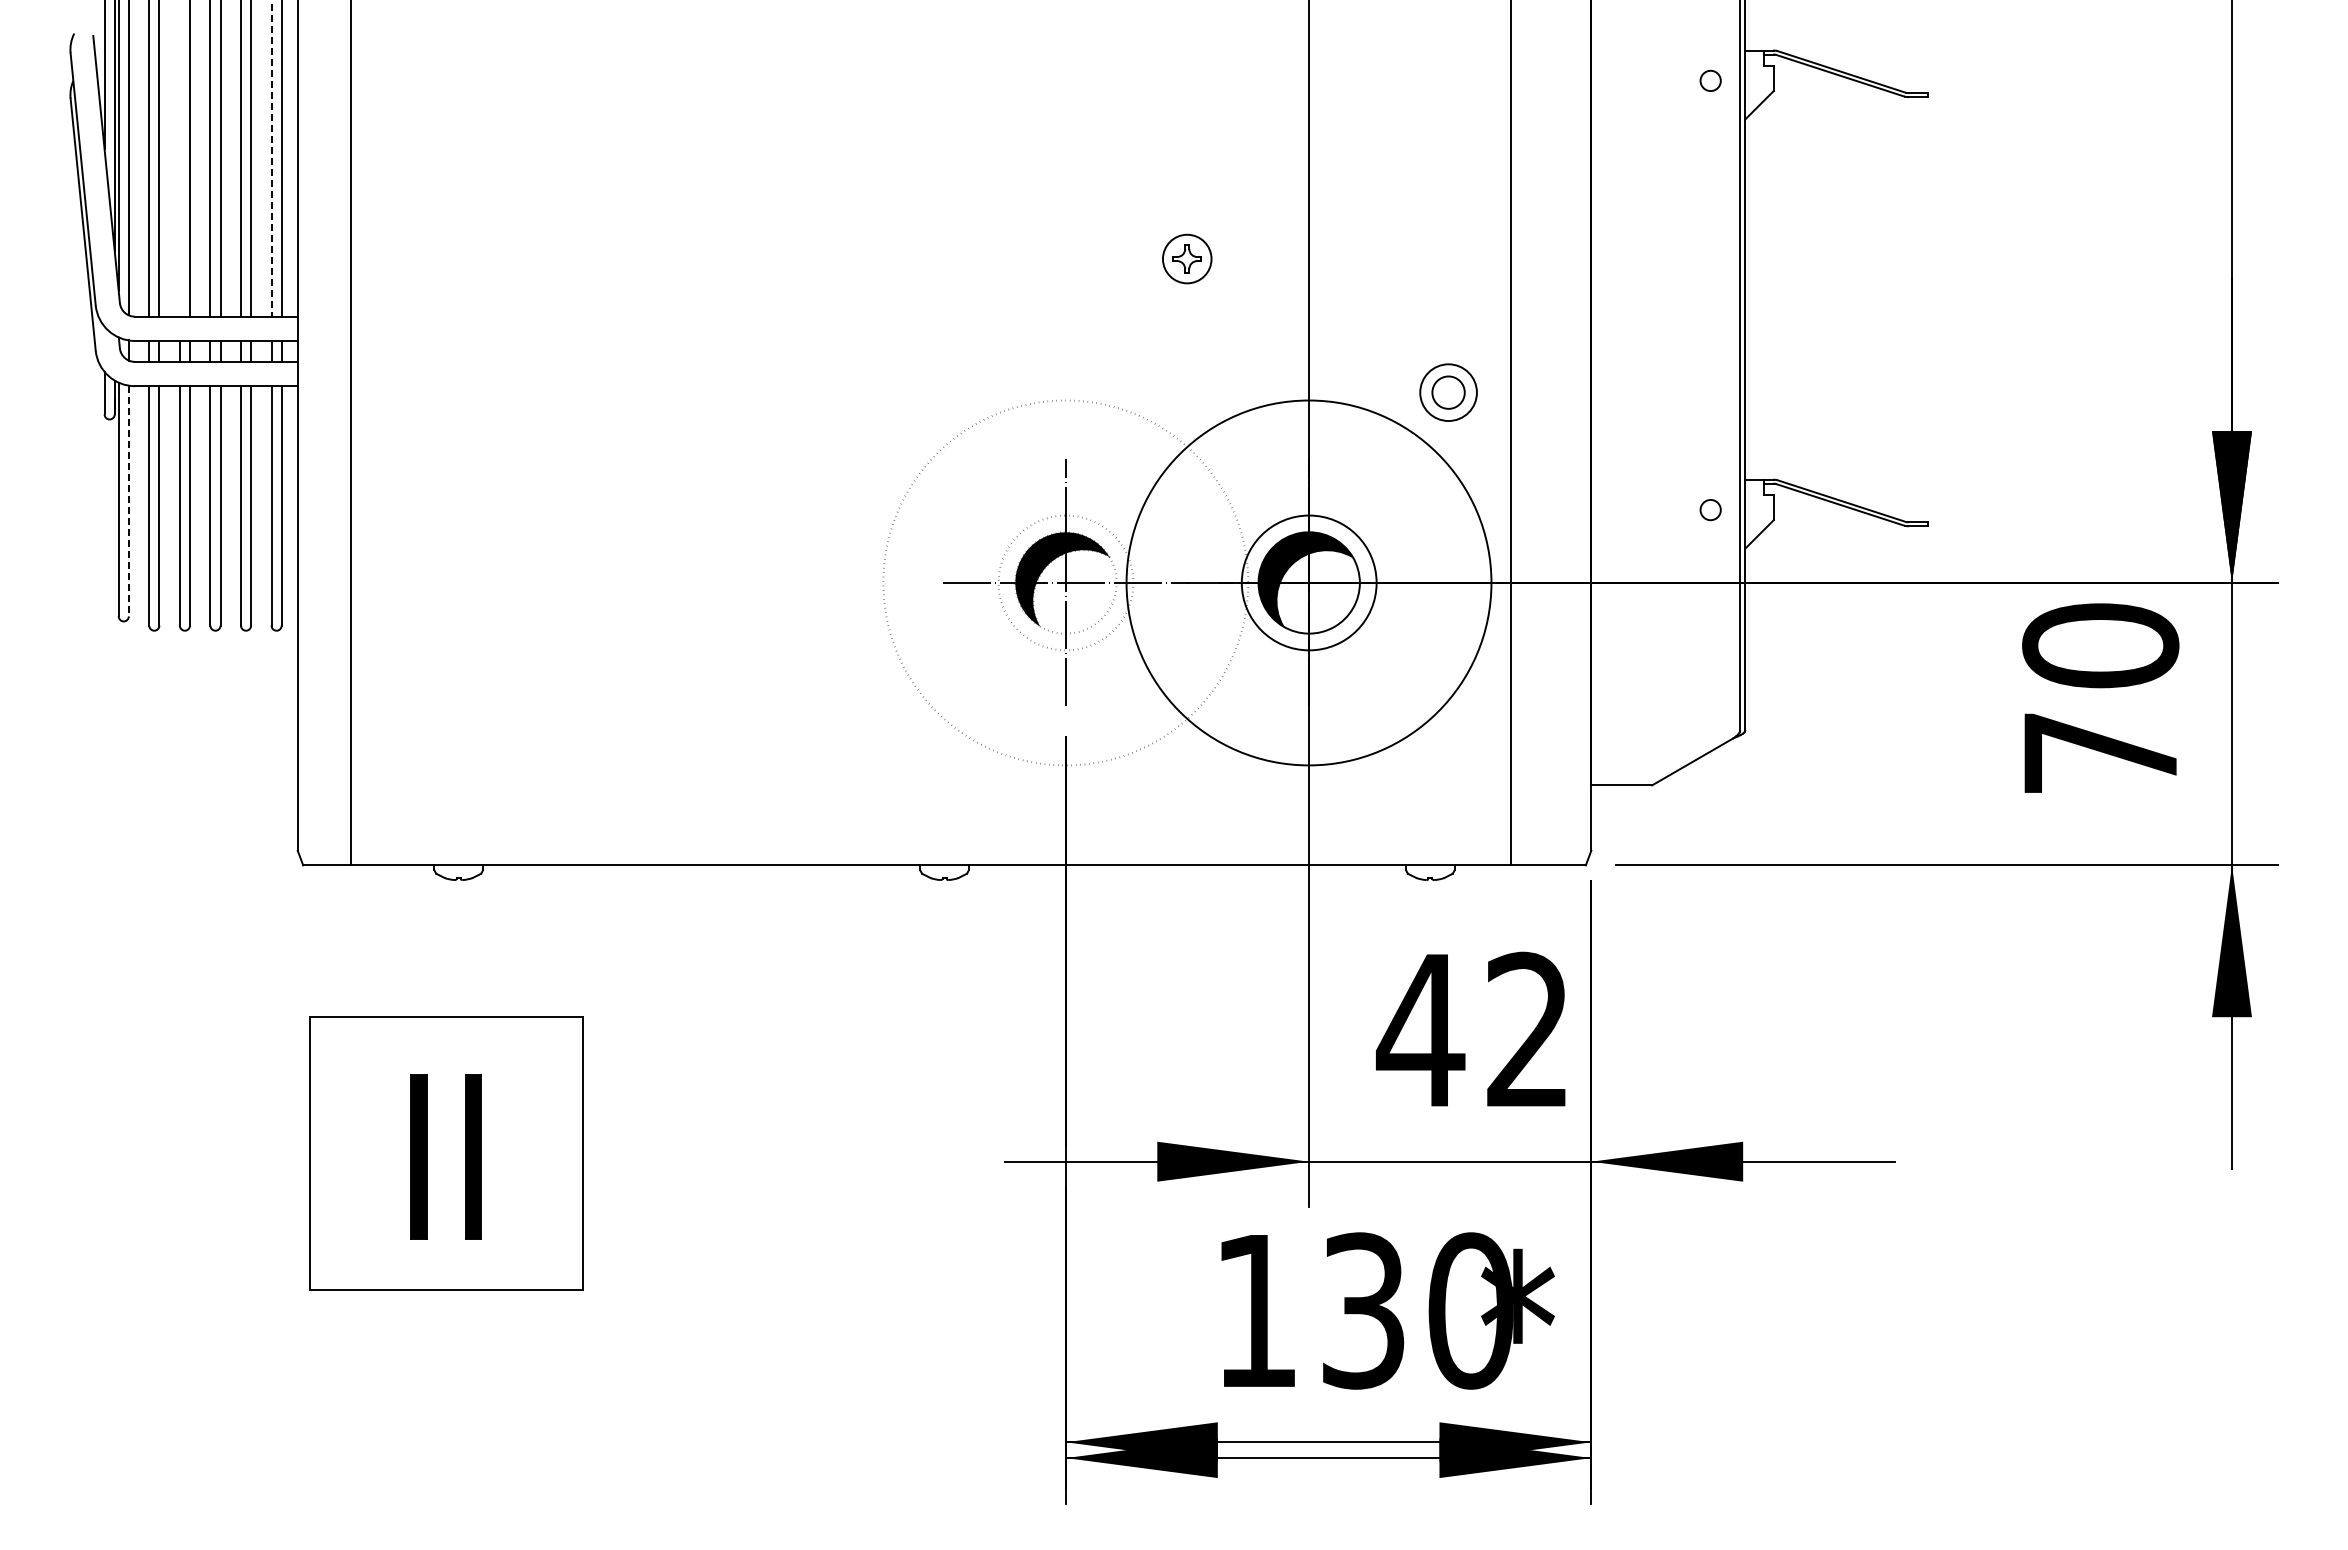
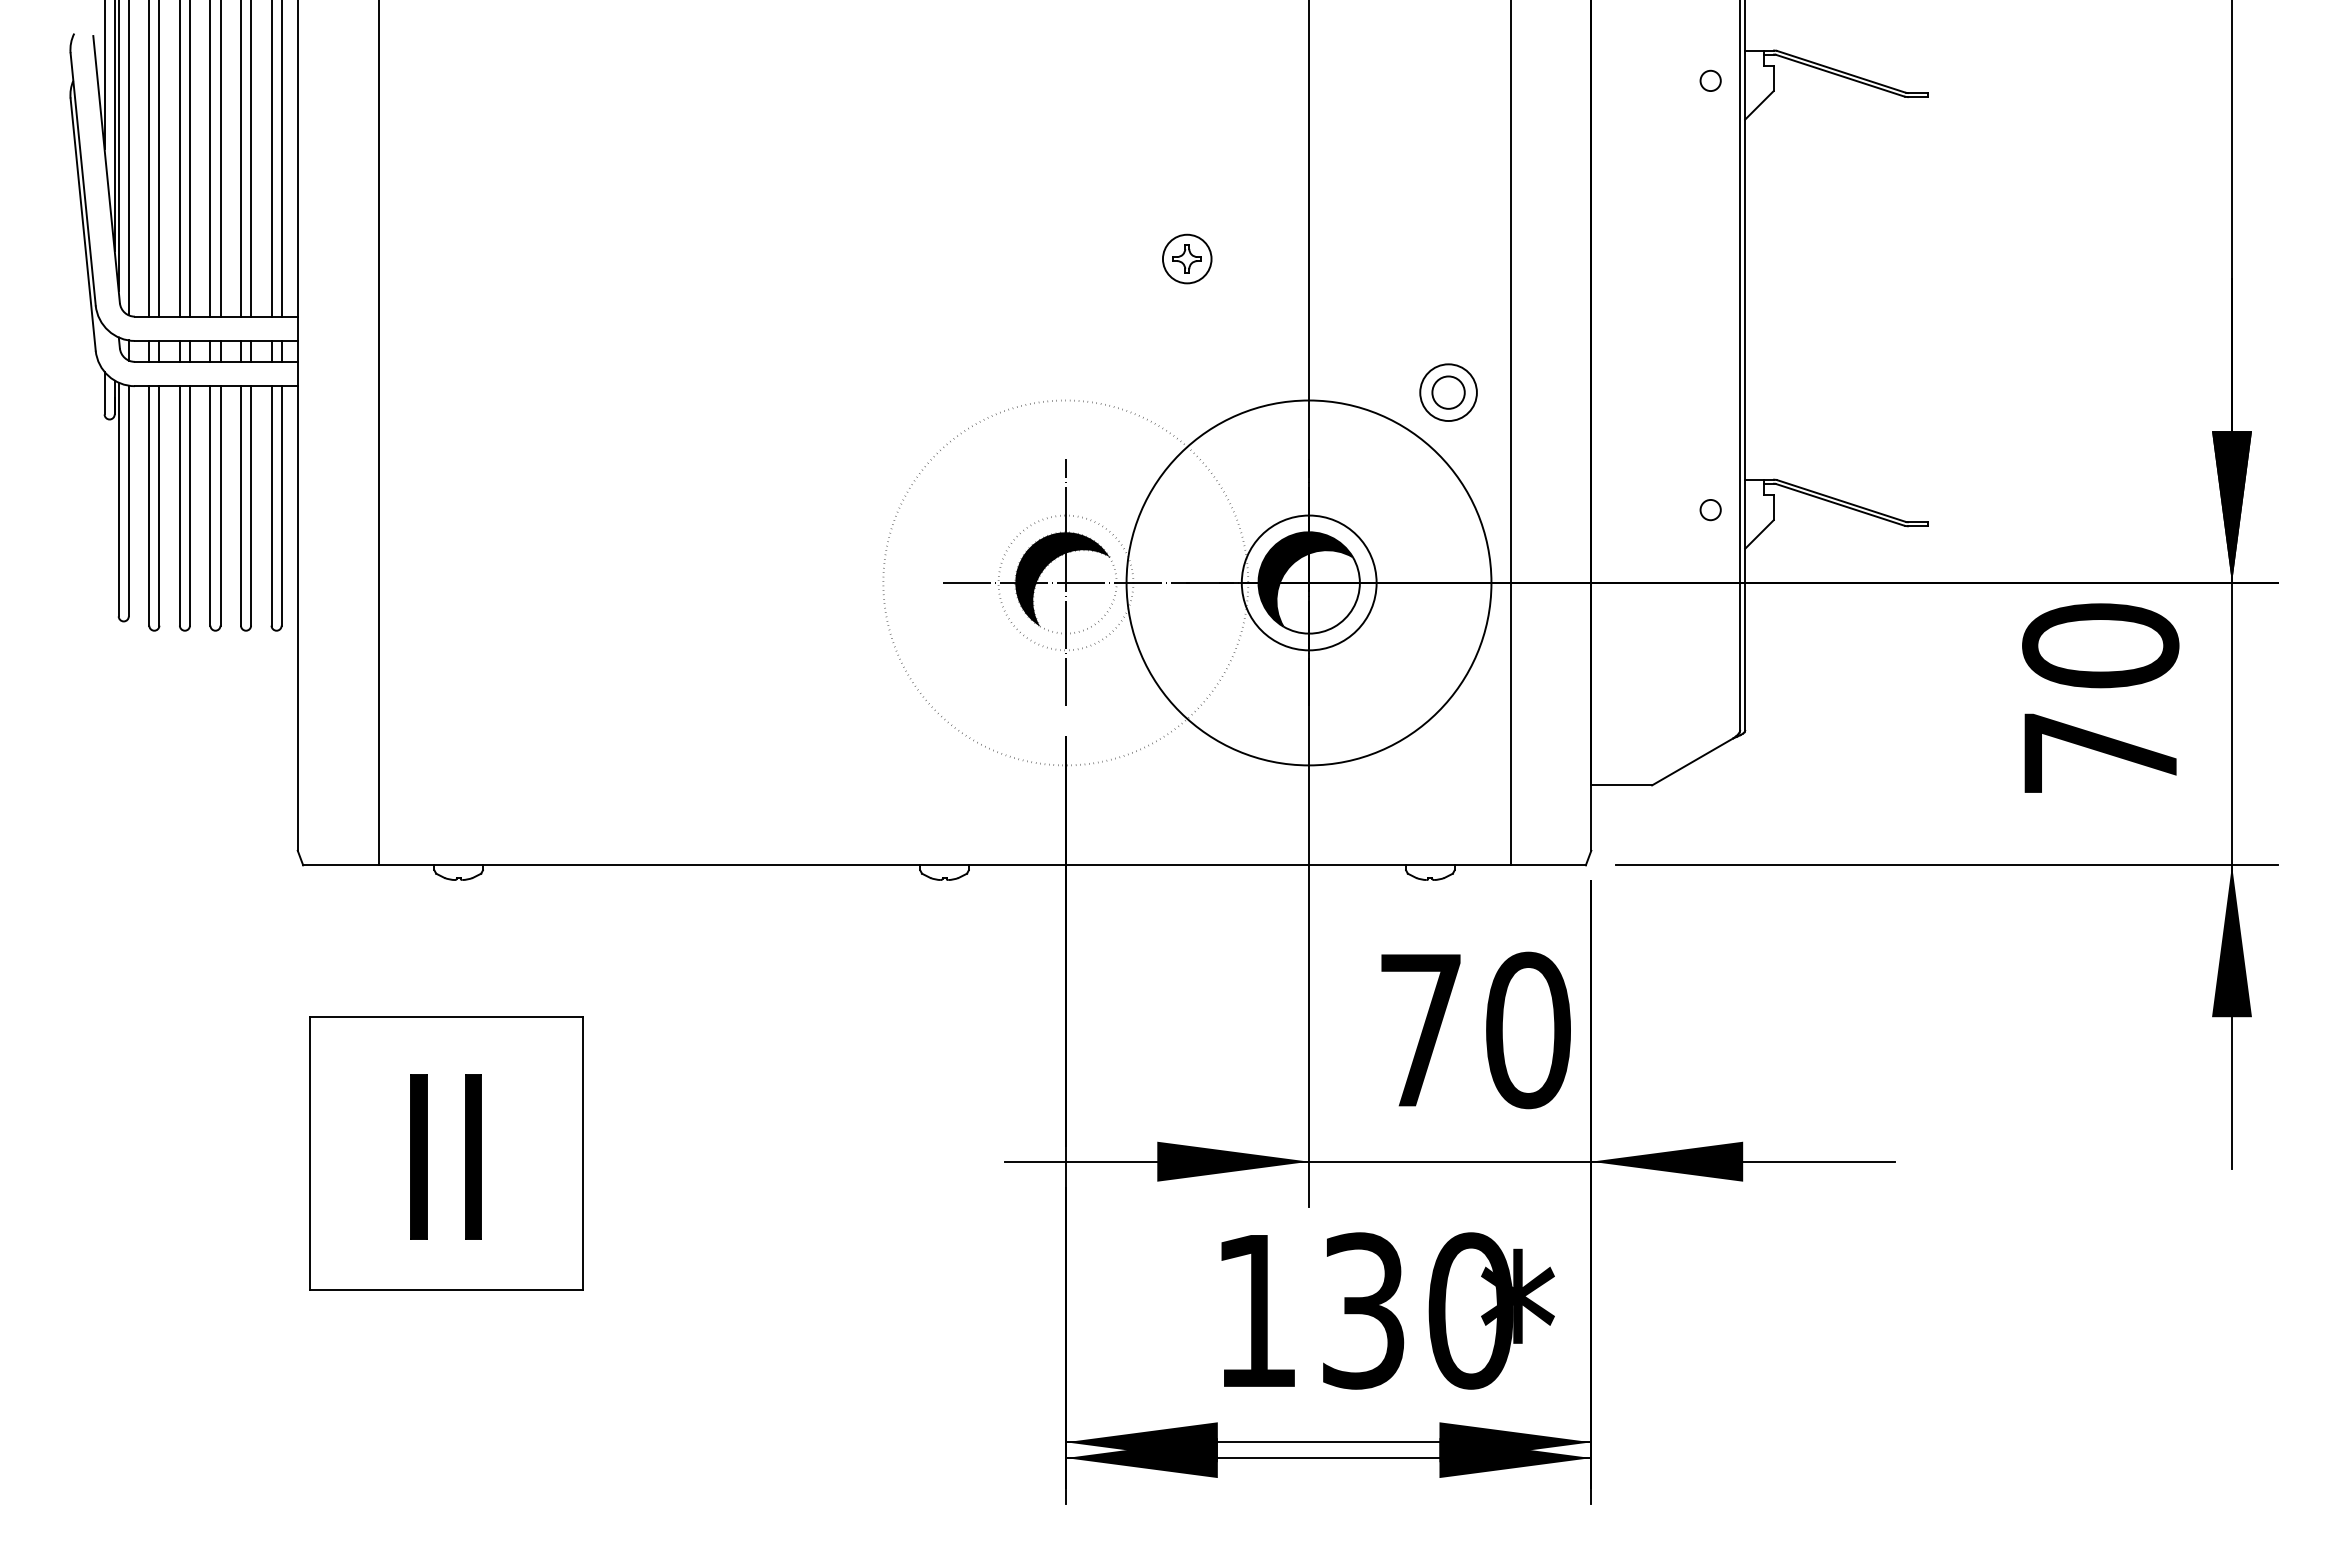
line at (271, 158): dashed -> solid
line at (179, 159): none -> present
line at (350, 433) position: (350, 433) -> (378, 433)
line at (128, 501): dashed -> solid
text at (1473, 1030): 42 -> 70
